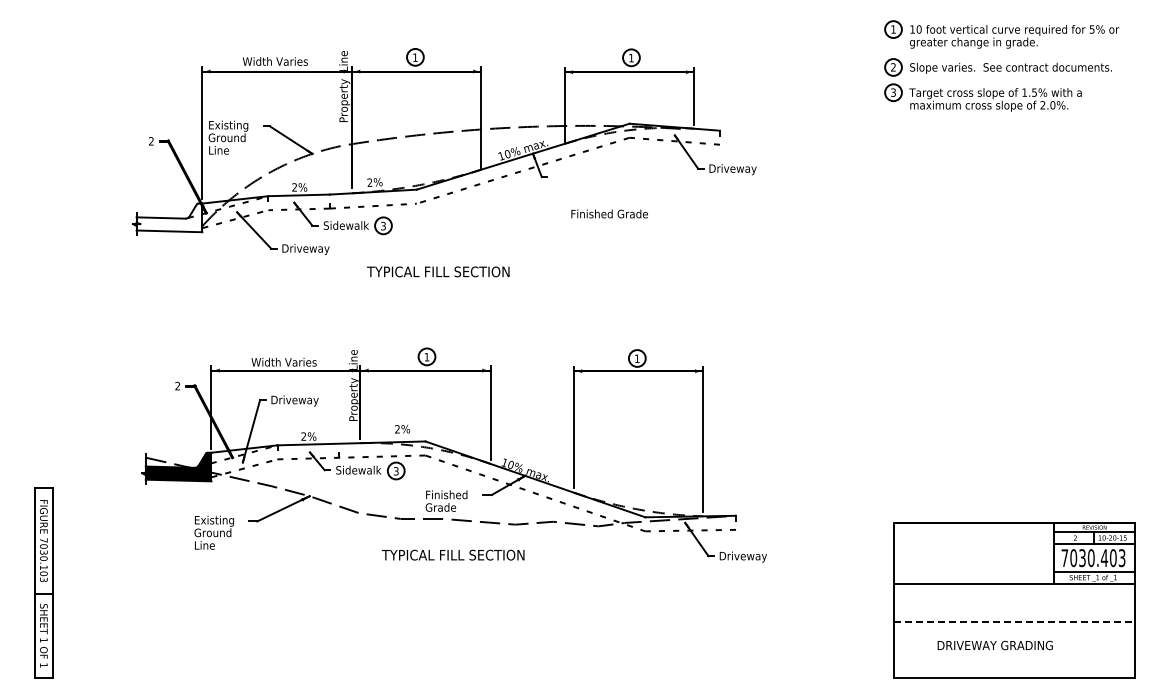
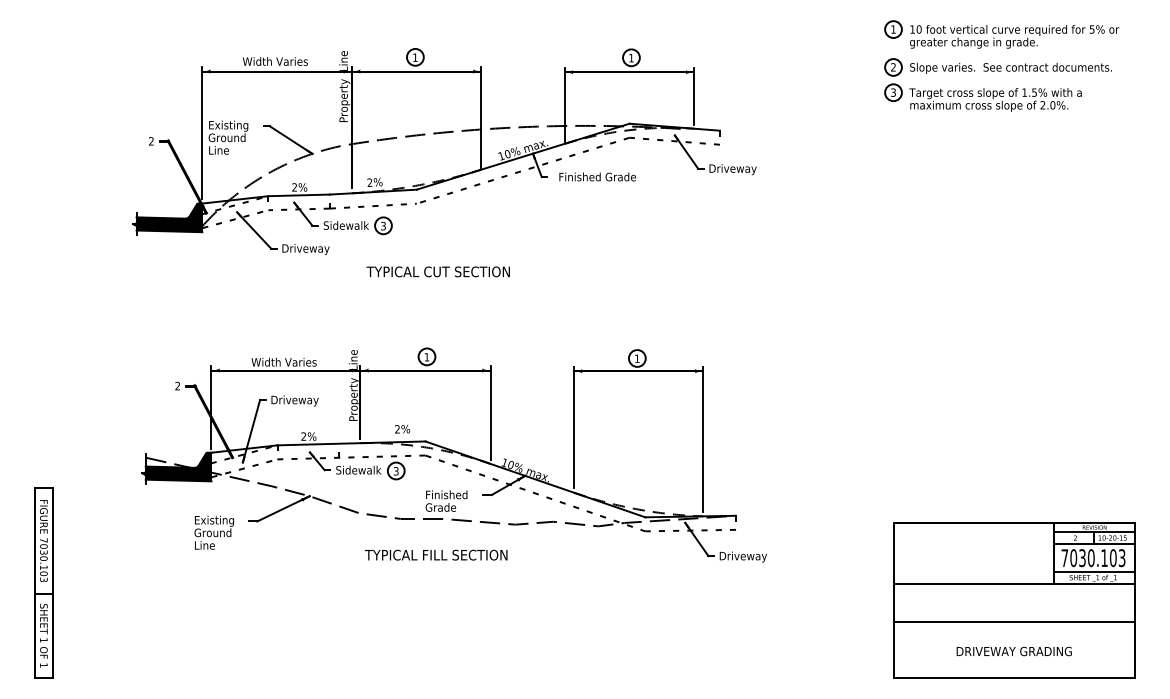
text at (609, 213) position: (609, 213) -> (597, 176)
fill at (167, 217): none -> present
text at (437, 271): TYPICAL FILL SECTION -> TYPICAL CUT SECTION
text at (452, 554) position: (452, 554) -> (435, 554)
text at (1104, 557): 7030.403 -> 7030.103
line at (1014, 622): dashed -> solid
text at (994, 645) position: (994, 645) -> (1013, 651)
